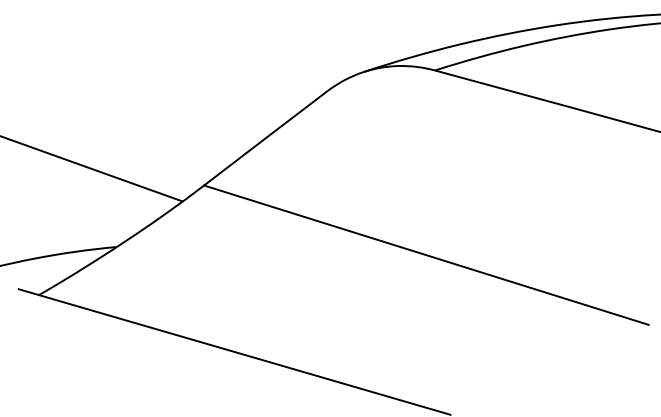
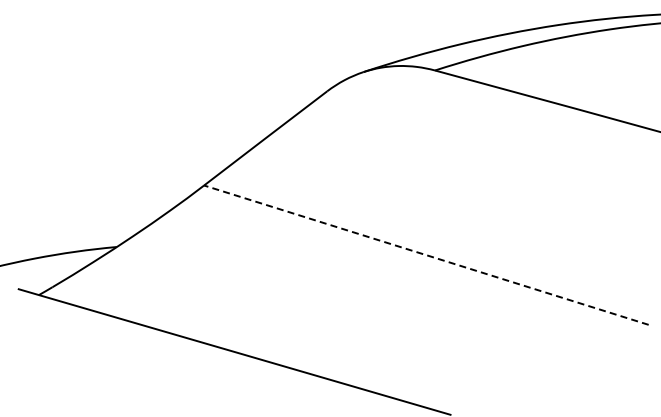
line at (92, 169): present -> none
line at (426, 255): solid -> dashed
